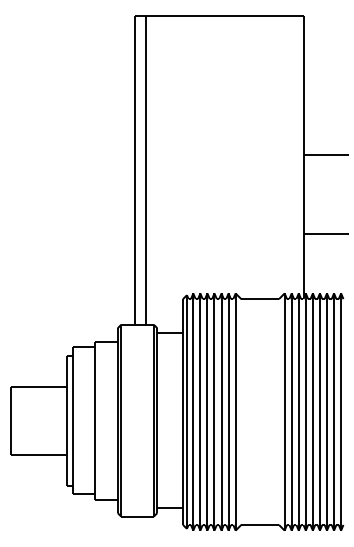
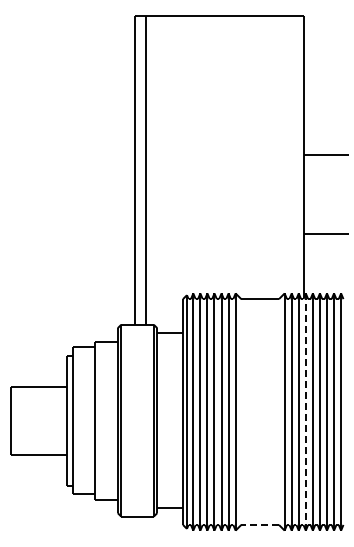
line at (305, 412): solid -> dashed
line at (260, 524): solid -> dashed
